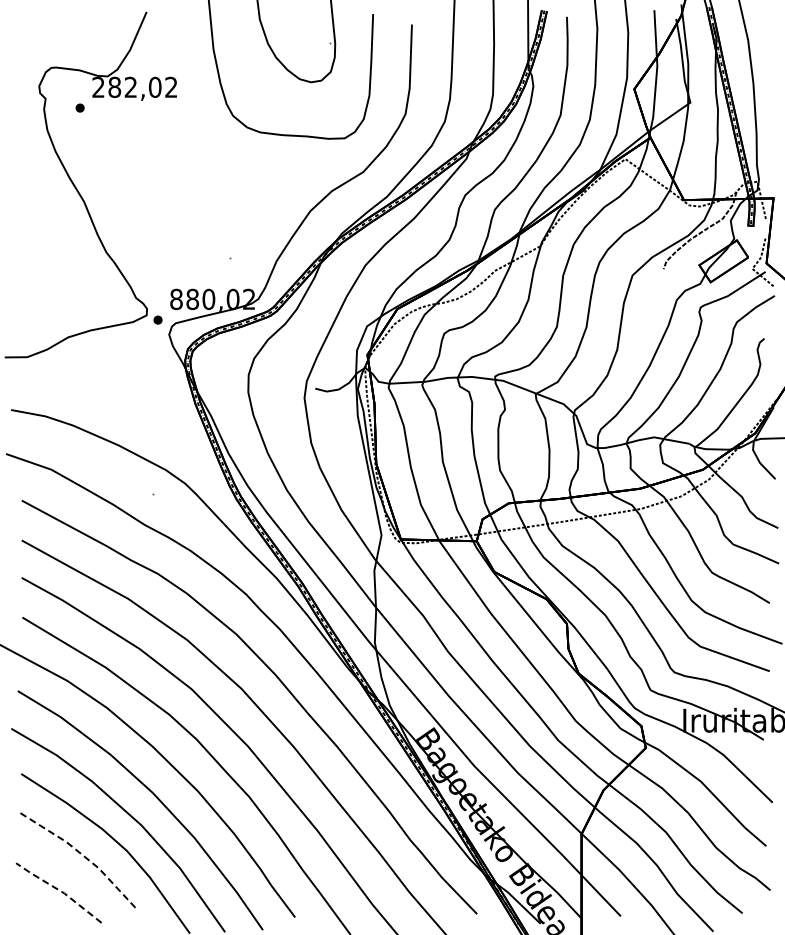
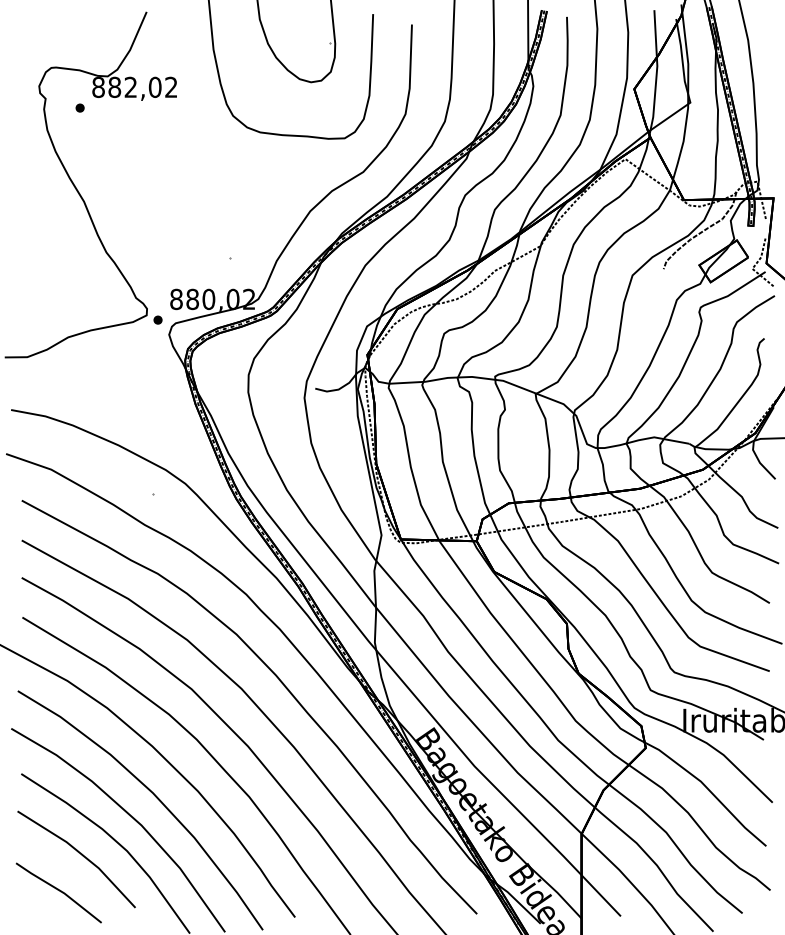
text at (98, 87): 282,02 -> 882,02
line at (81, 853): dashed -> solid
line at (60, 890): dashed -> solid
